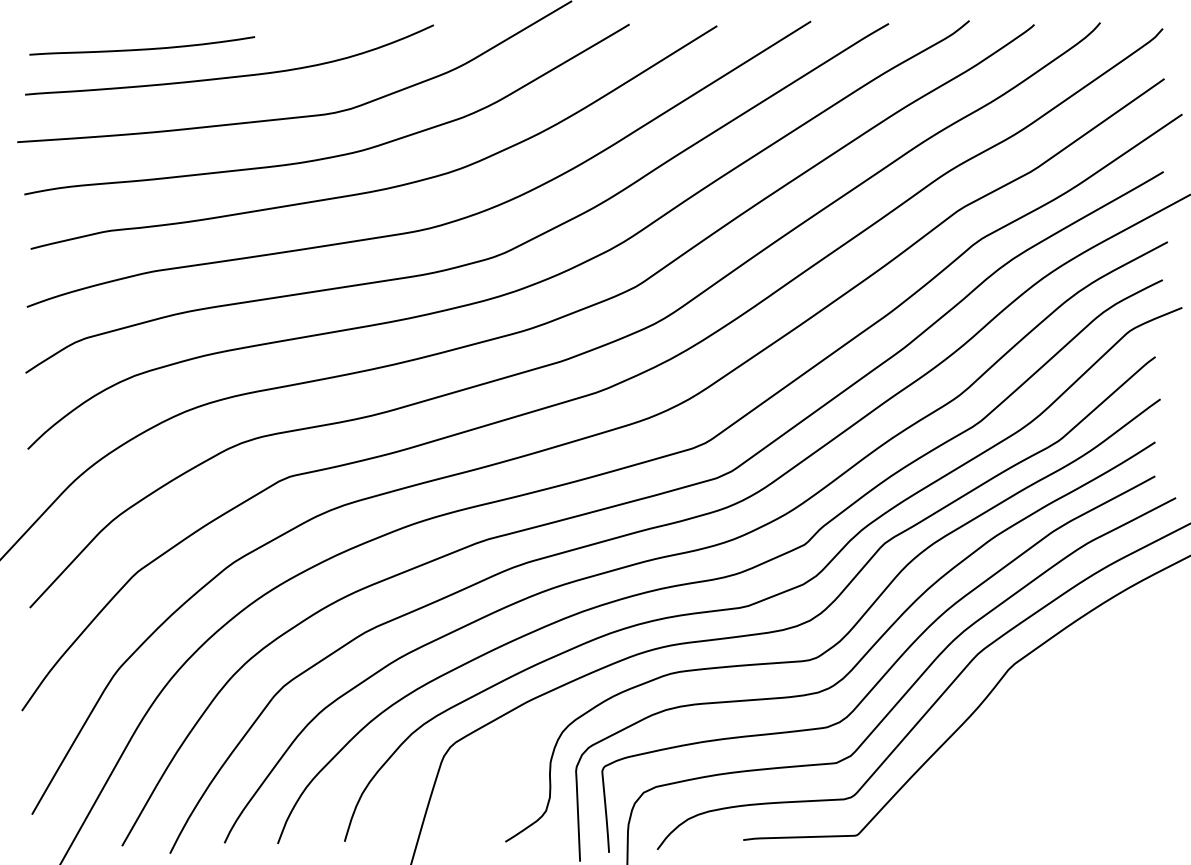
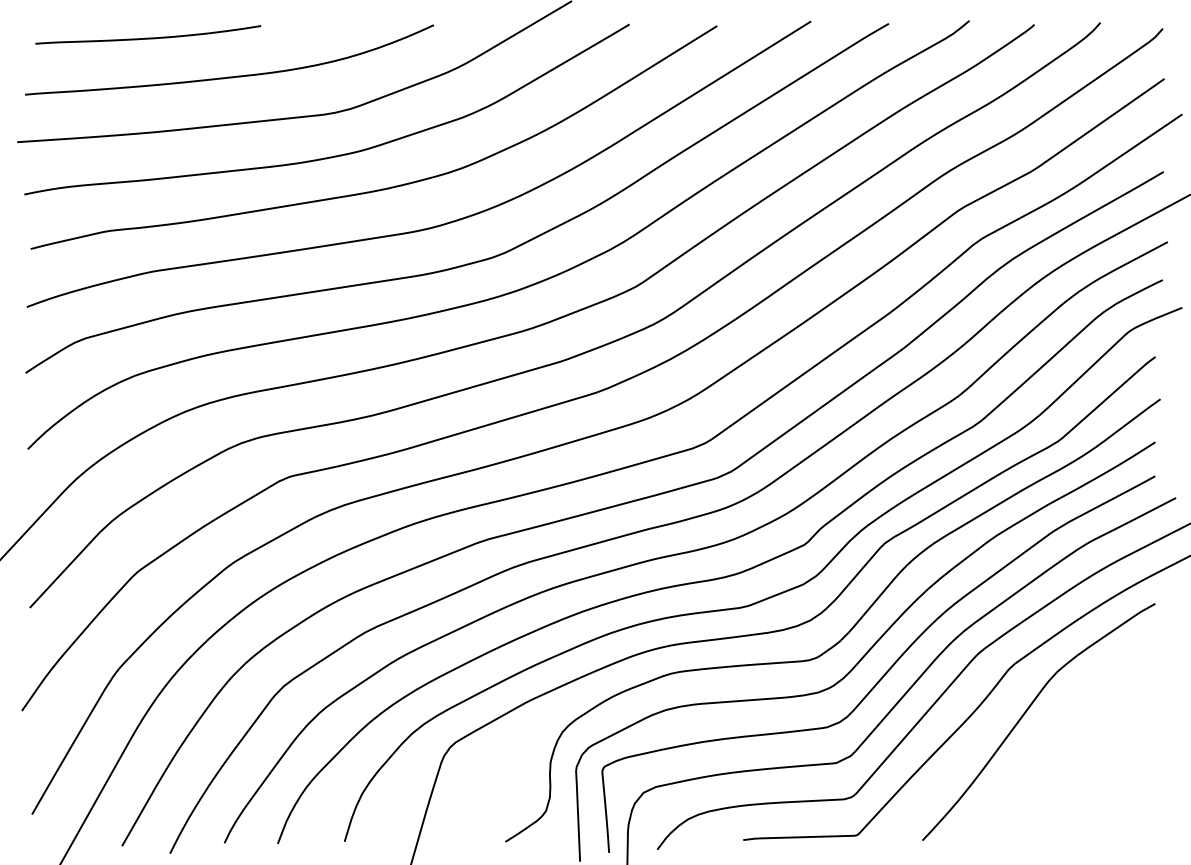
curve at (142, 48) position: (142, 48) -> (148, 37)
curve at (1027, 711): none -> present
